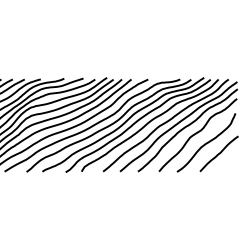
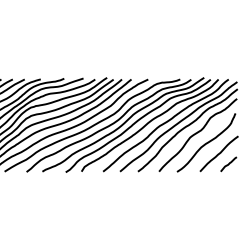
line at (228, 164): none -> present
